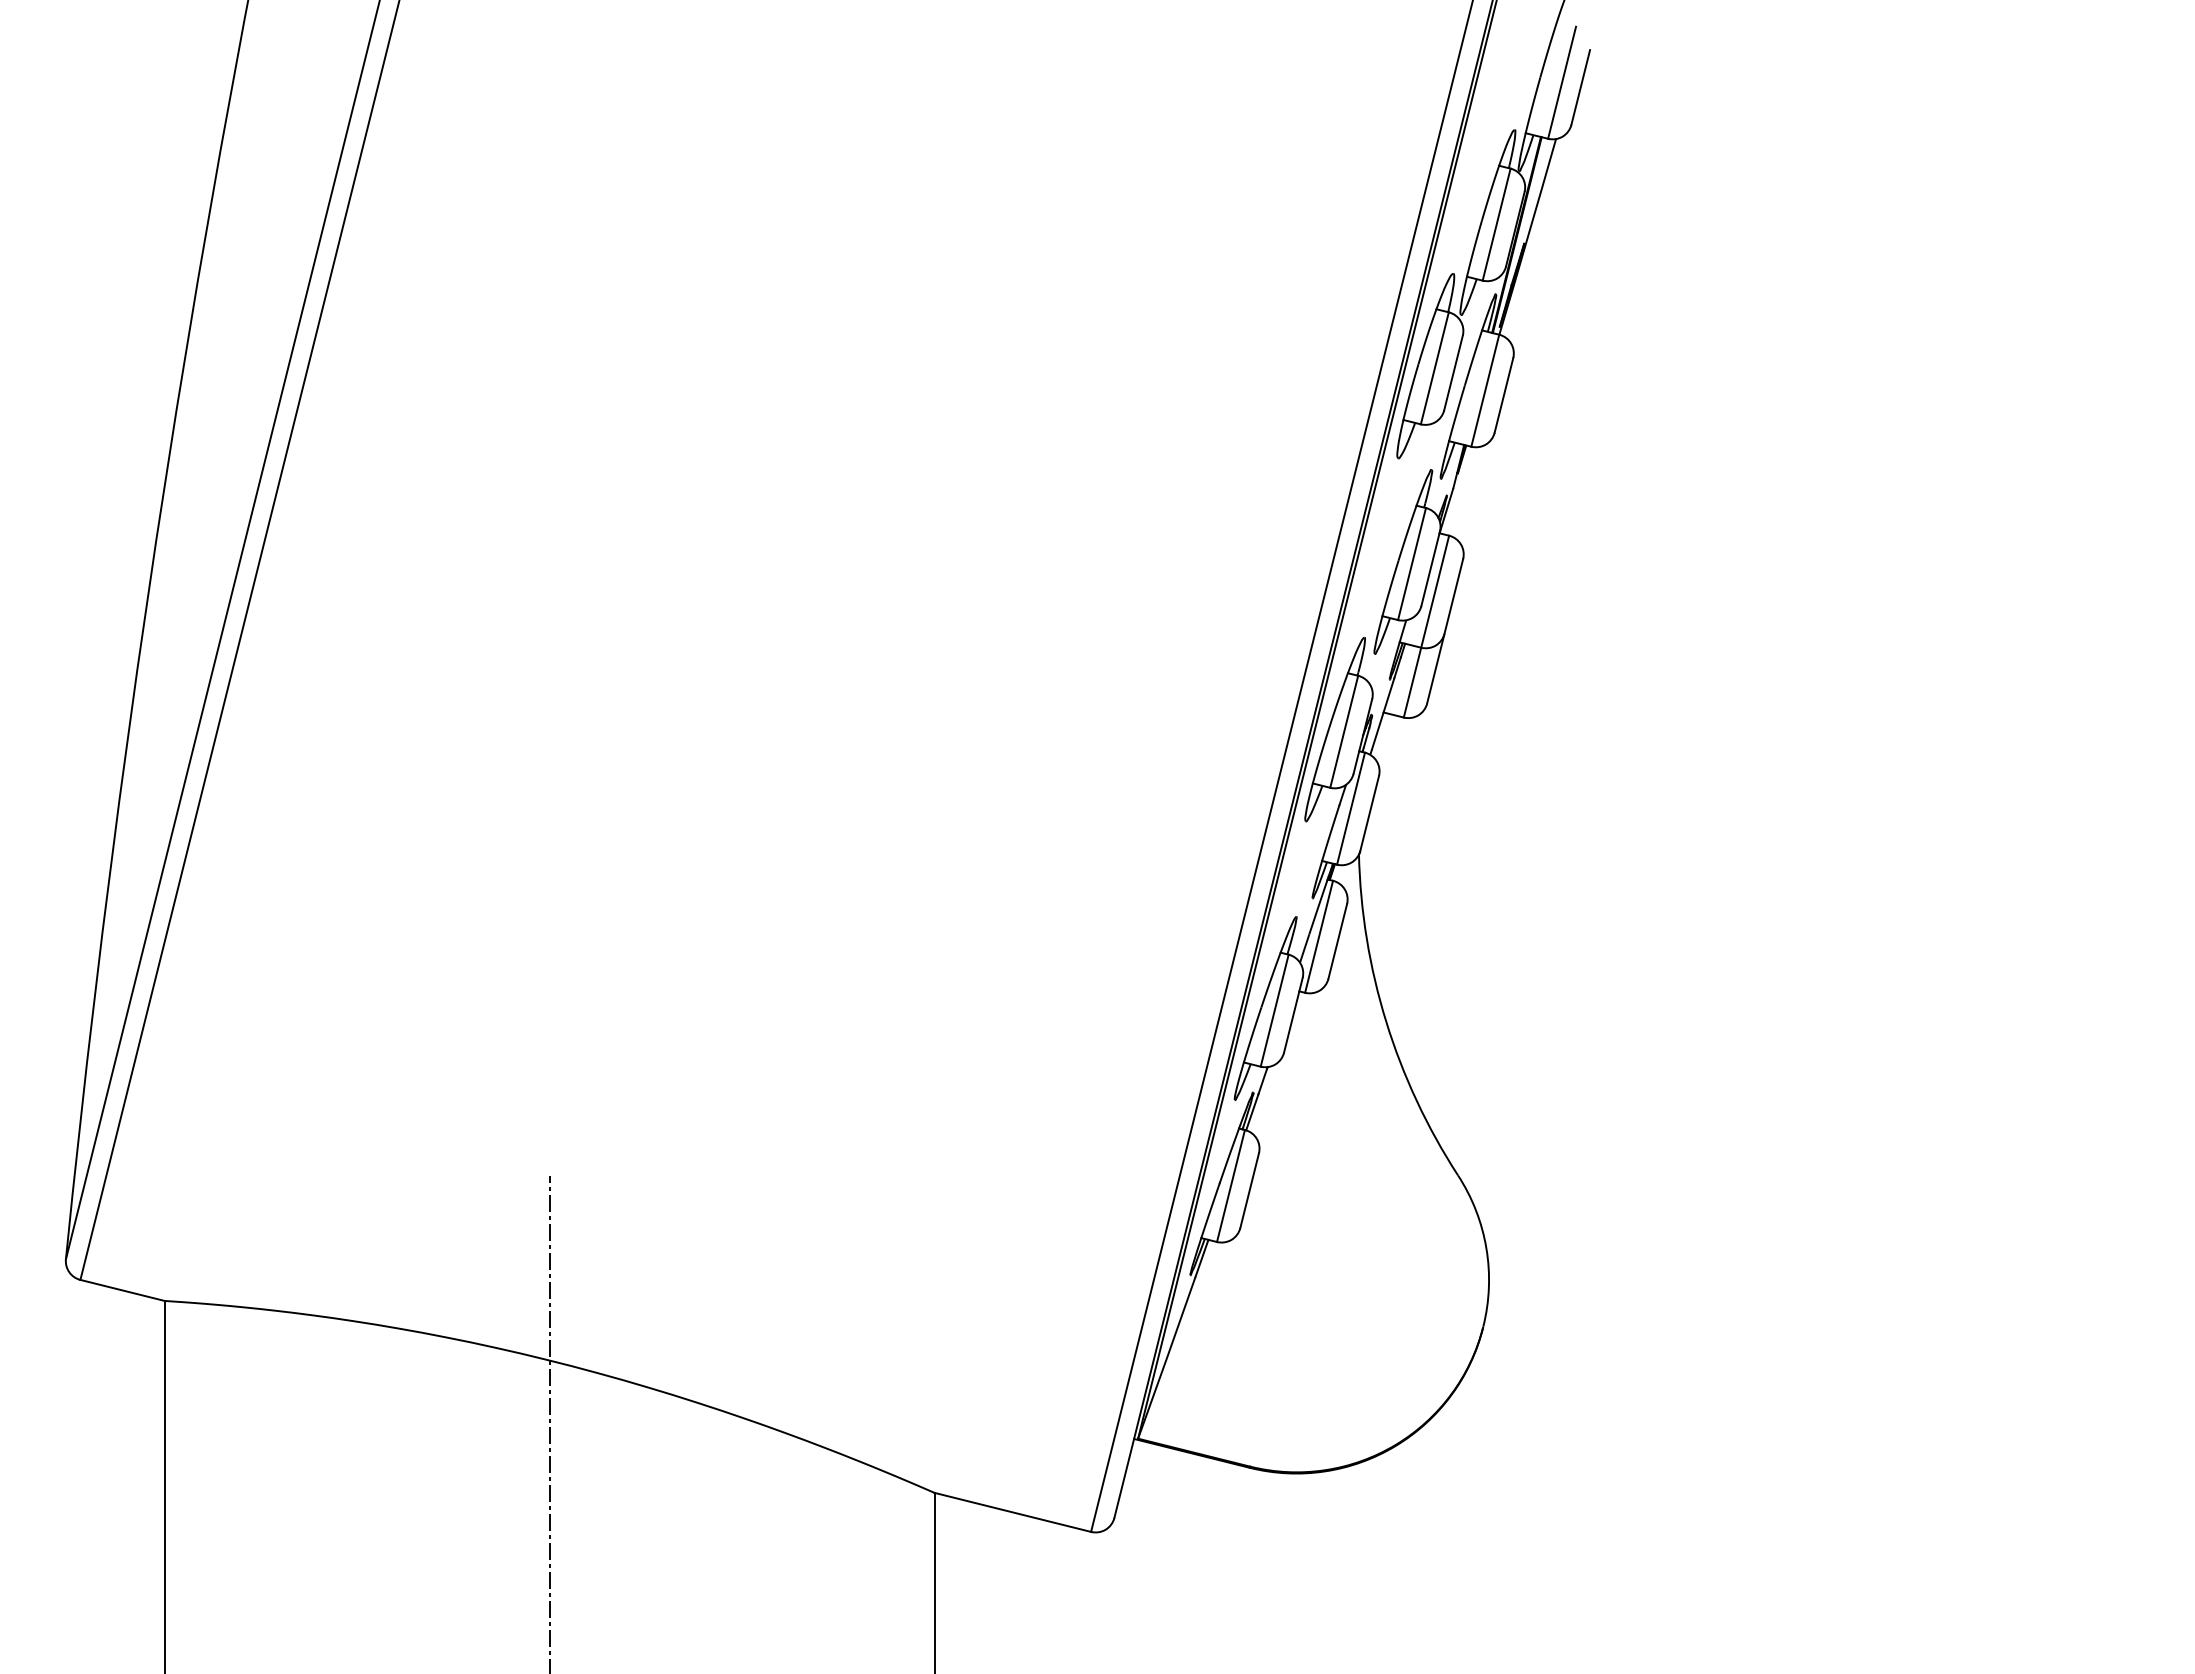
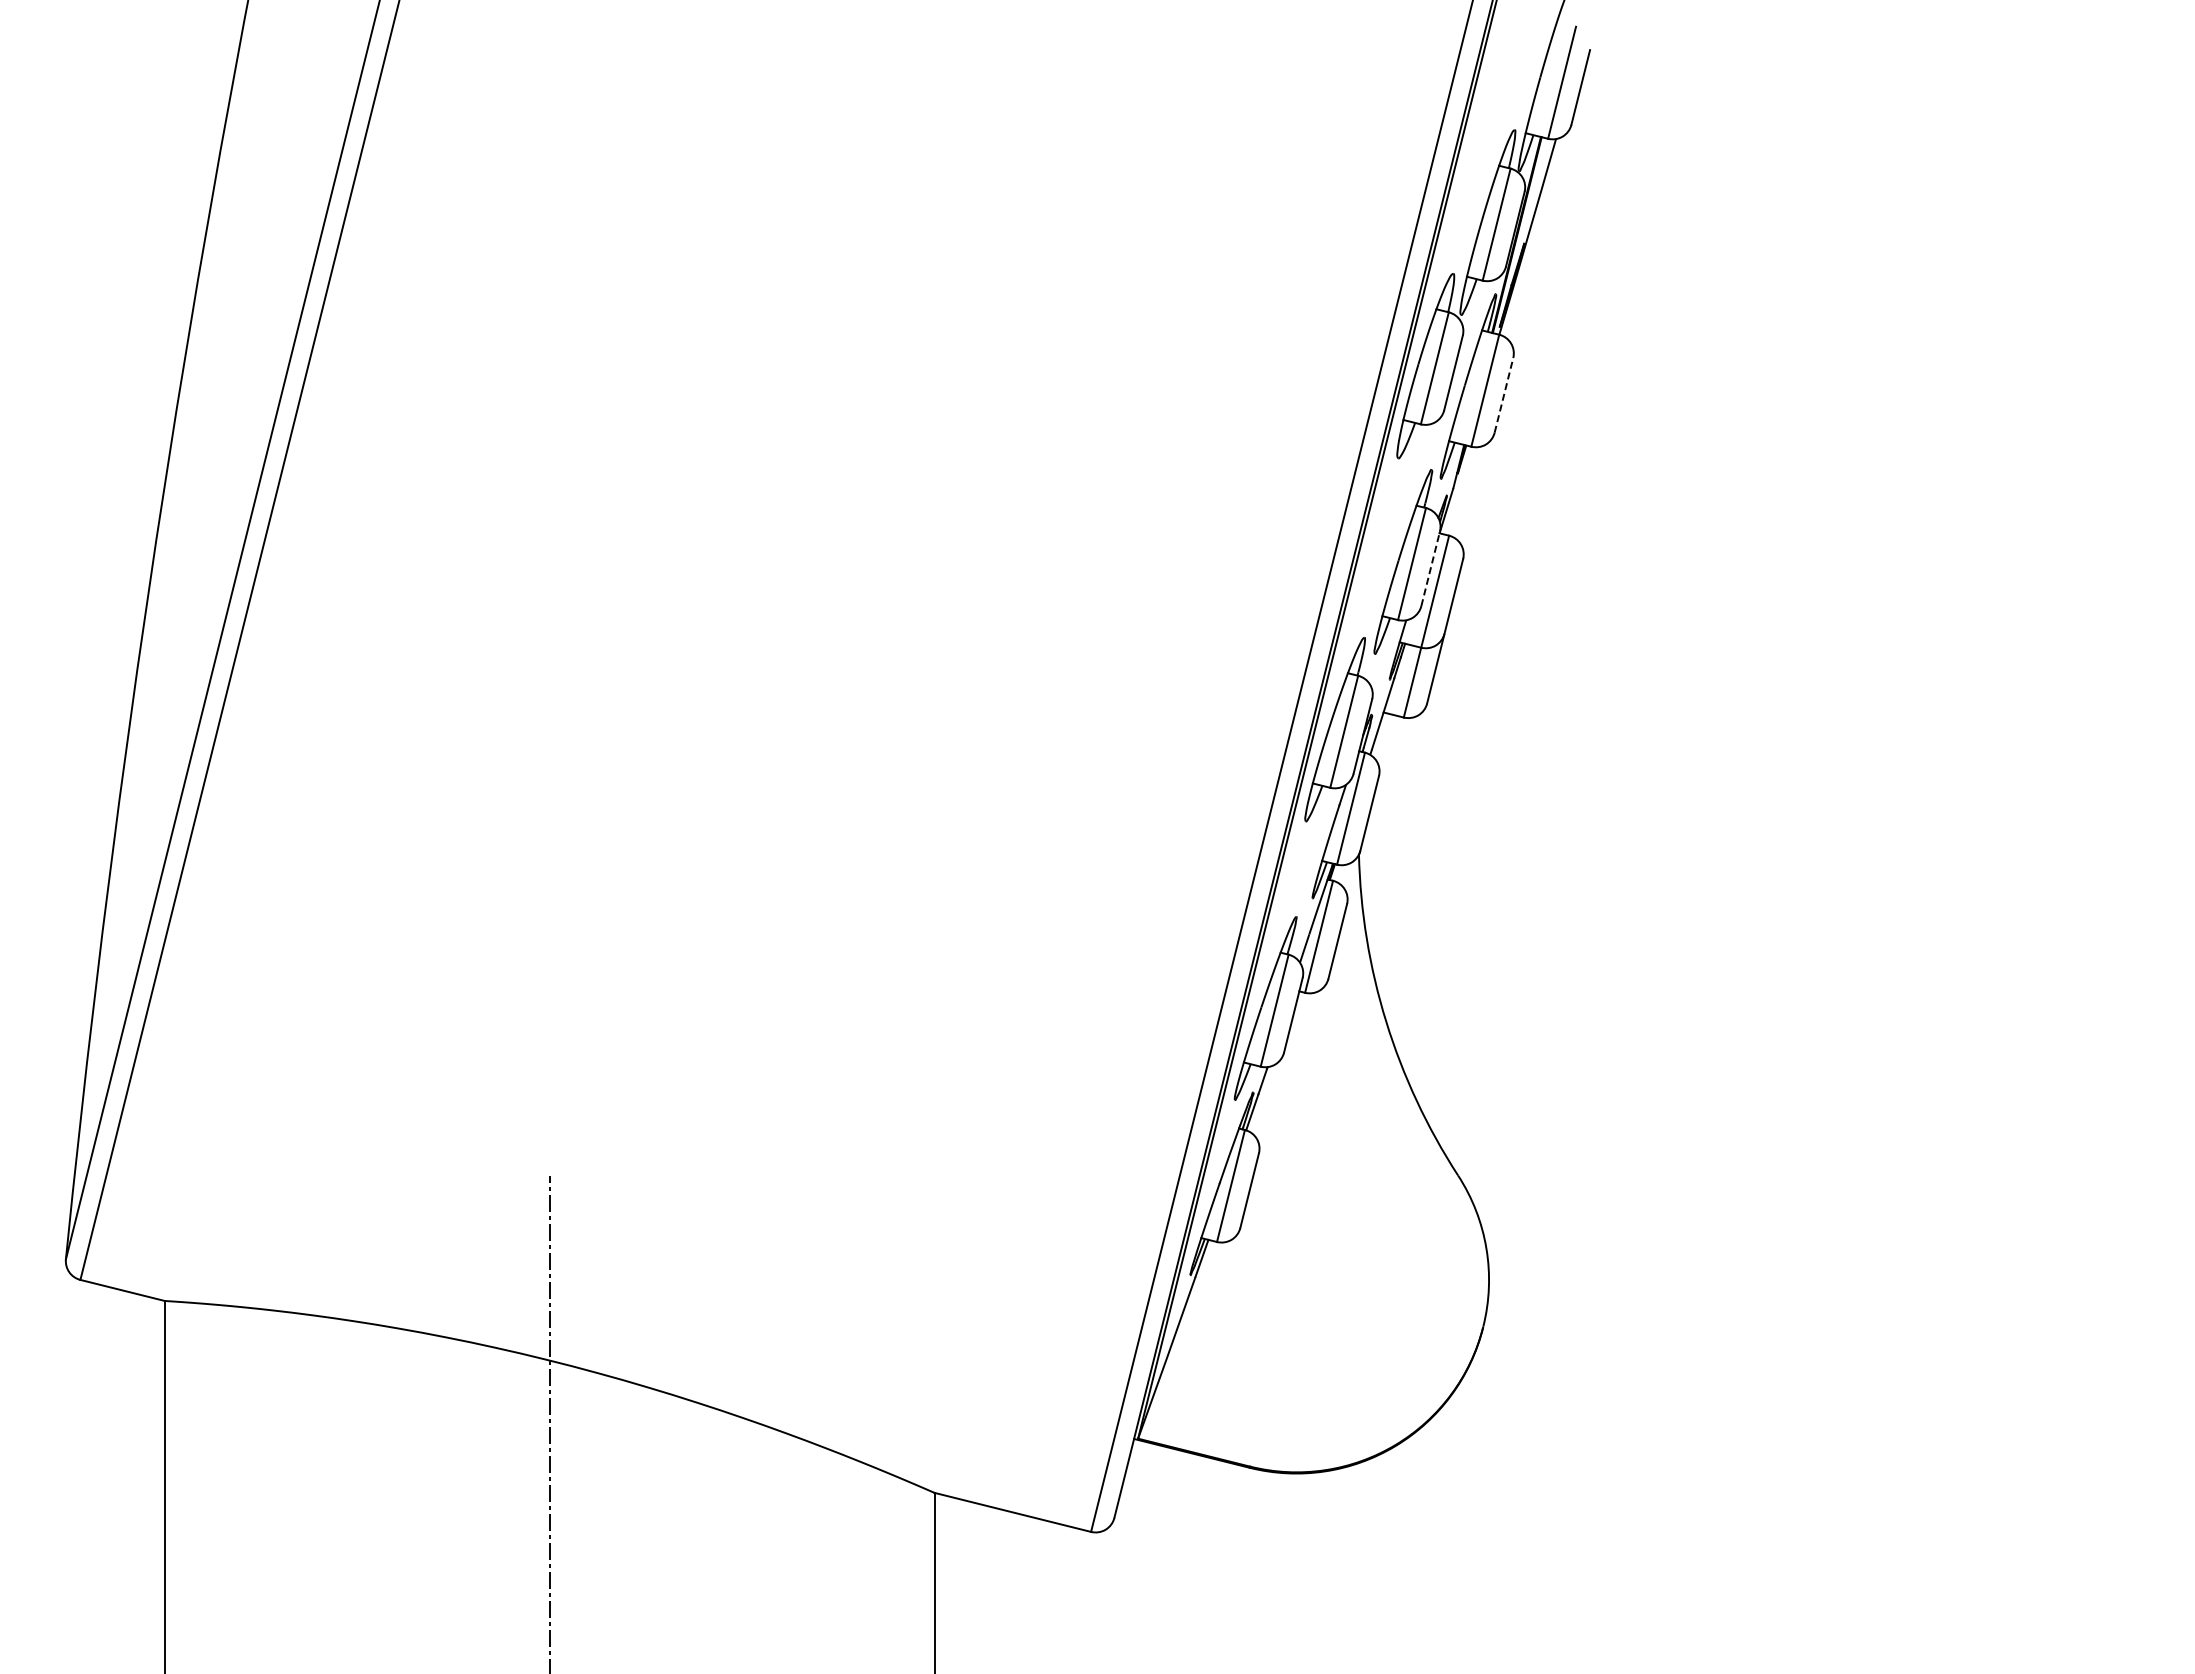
line at (1504, 394): solid -> dashed
line at (1430, 568): solid -> dashed
